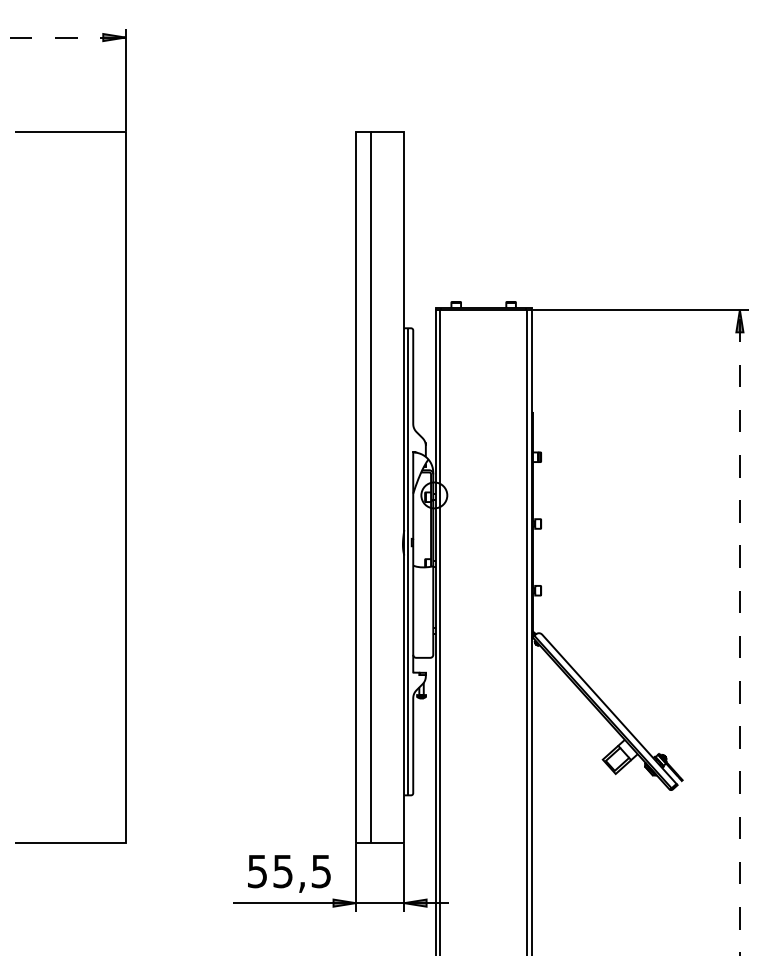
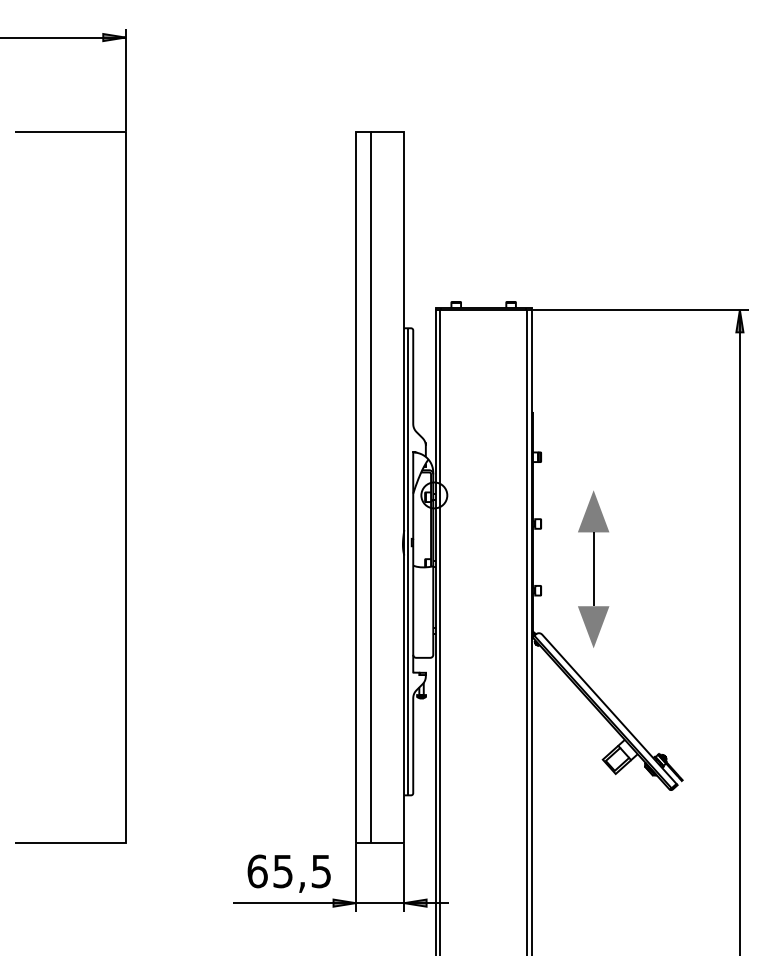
line at (63, 37): dashed -> solid
part at (593, 569): none -> present
line at (739, 632): dashed -> solid
text at (257, 871): 55,5 -> 65,5
